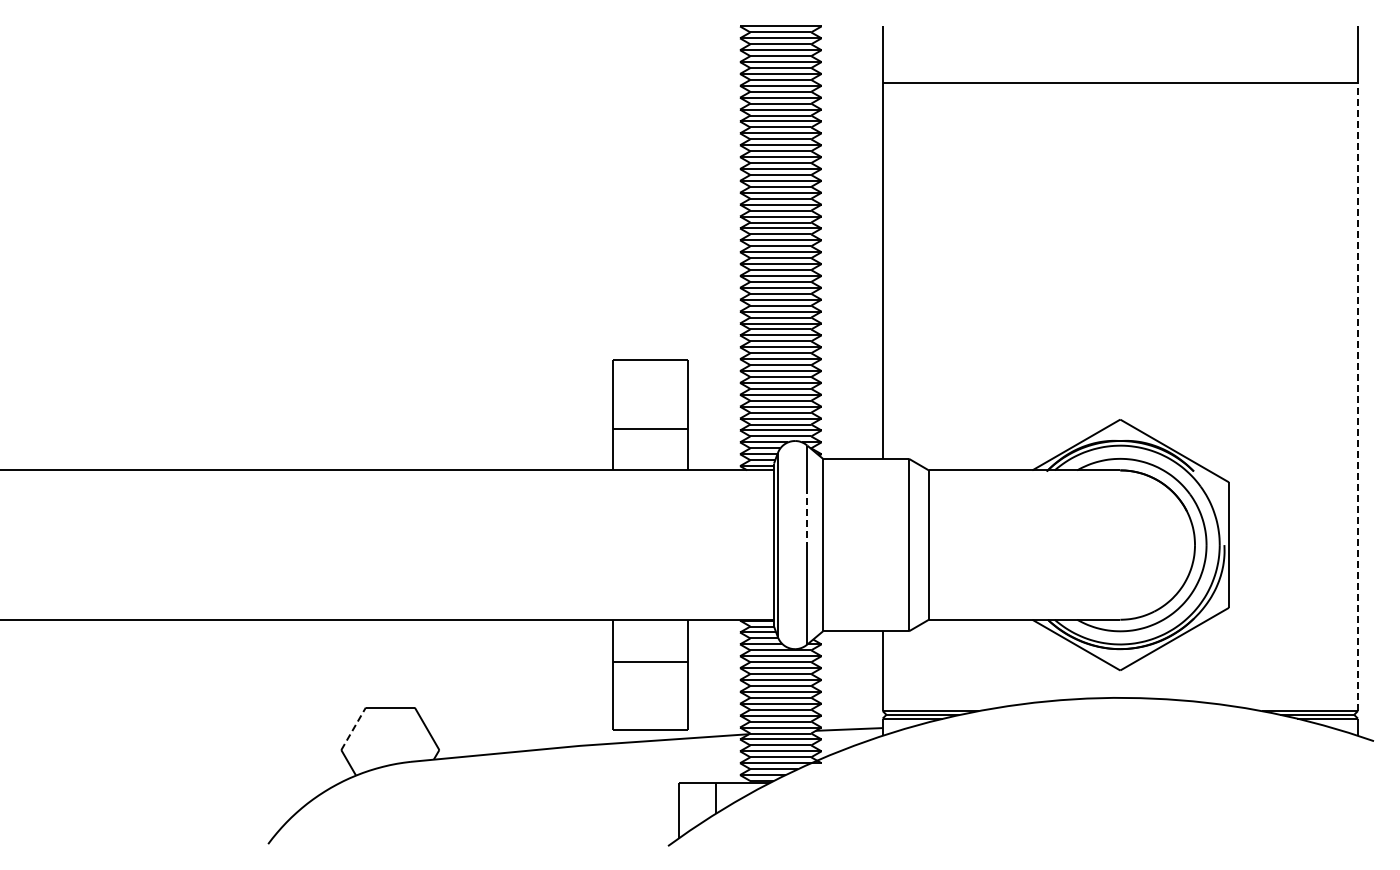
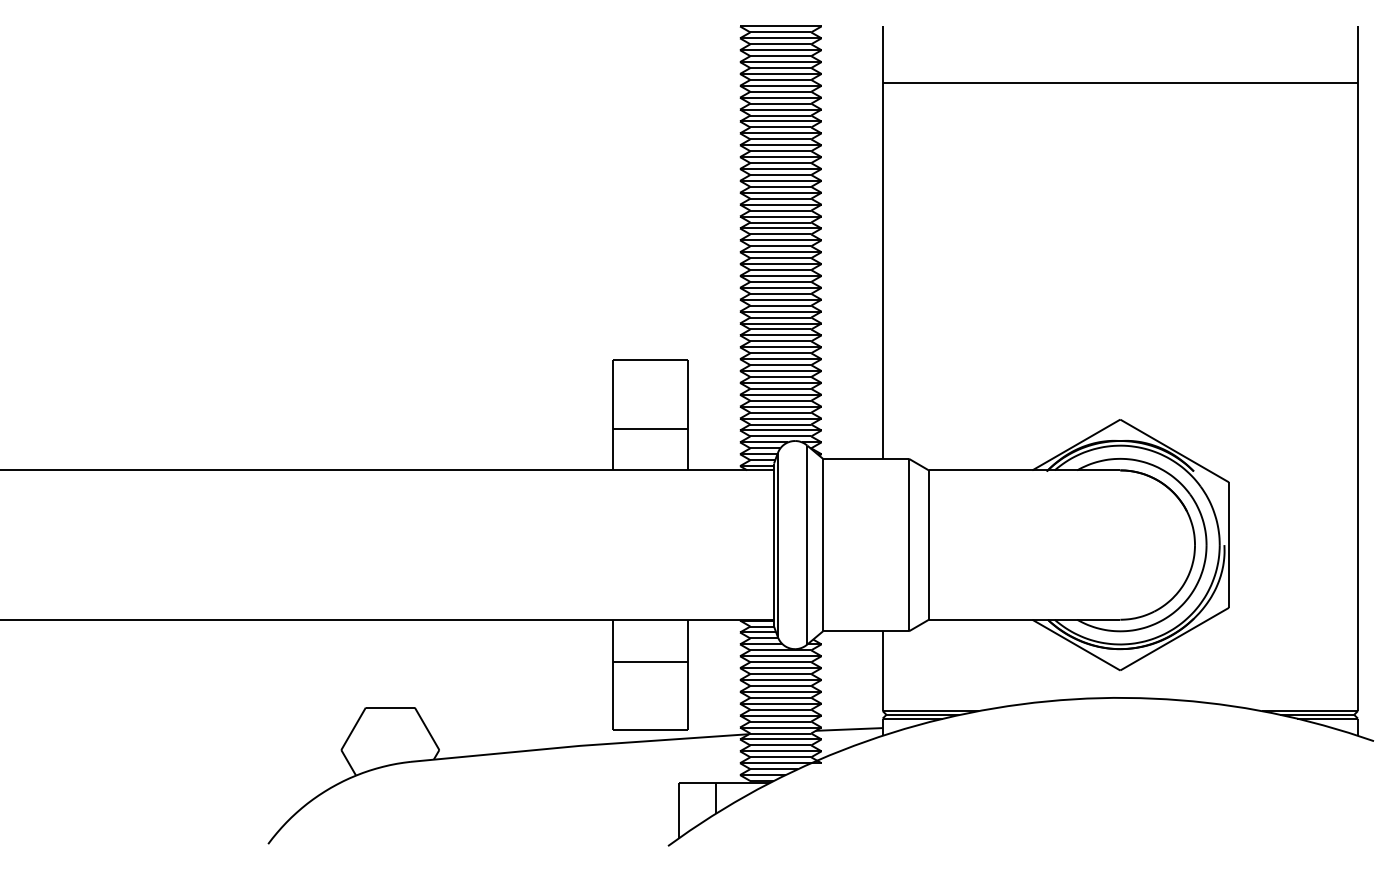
line at (1357, 397): dashed -> solid
line at (807, 516): dashed -> solid
line at (353, 728): dashed -> solid
